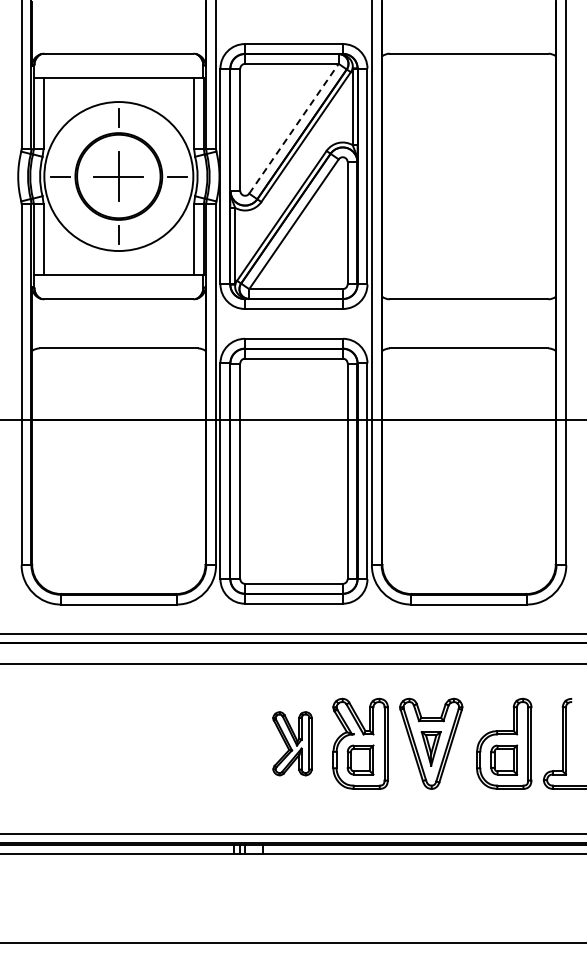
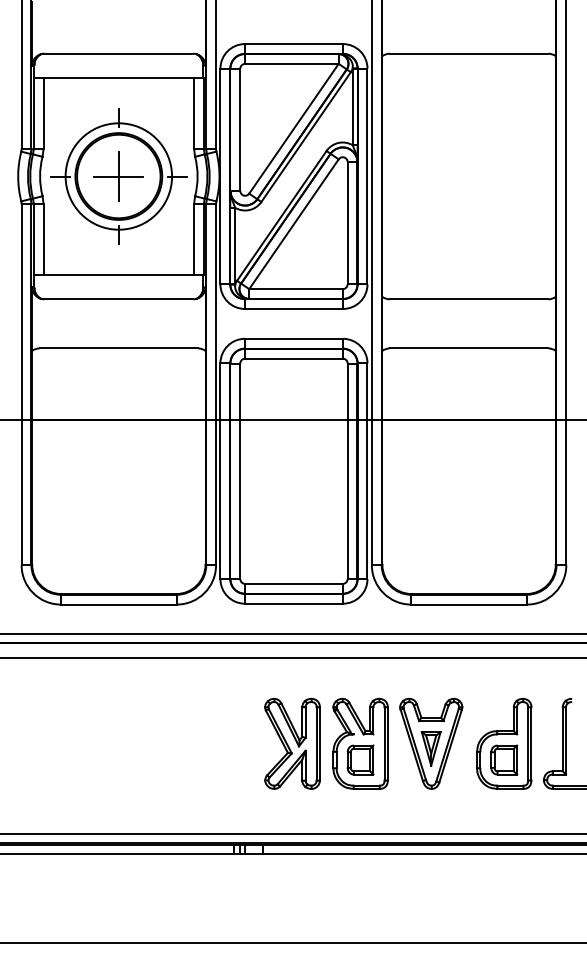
line at (293, 128): dashed -> solid
circle at (118, 176) diameter: 149 px -> 106 px
line at (292, 664) position: (292, 664) -> (292, 658)
part at (292, 743) size: 41x66 px -> 57x93 px
